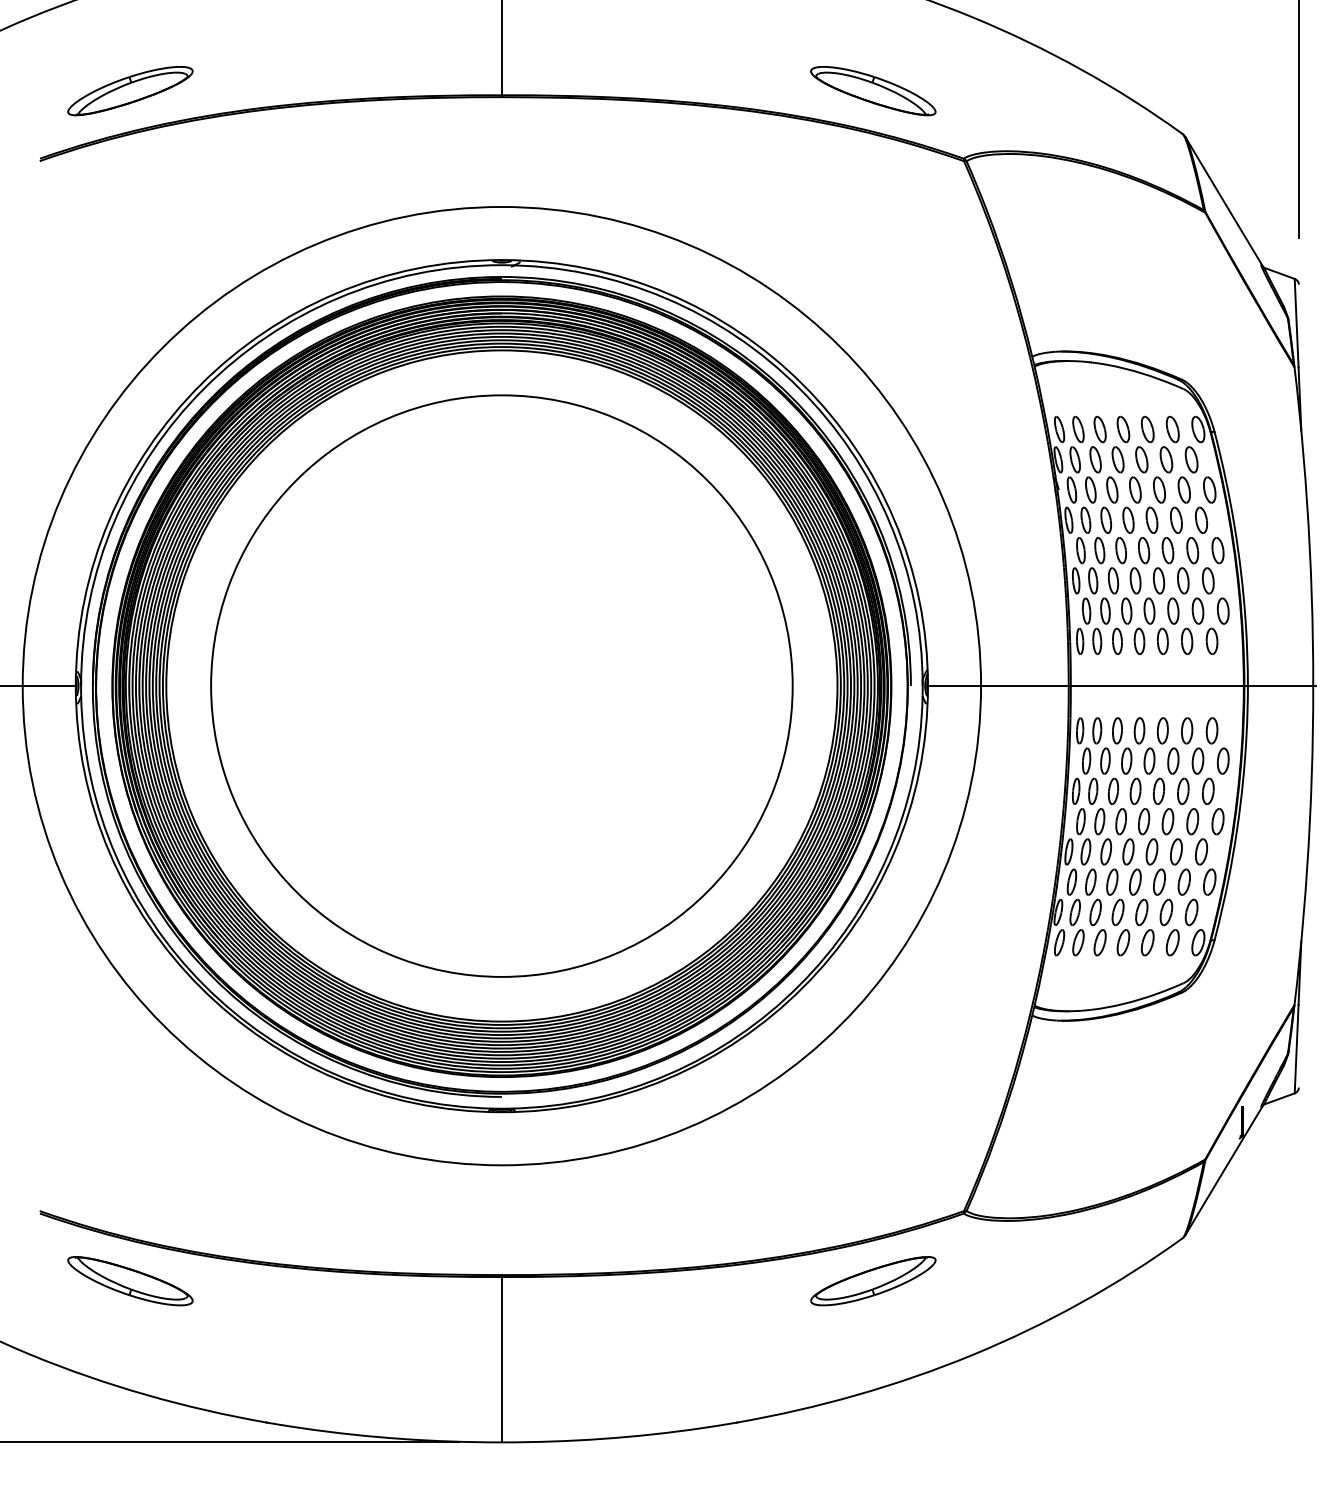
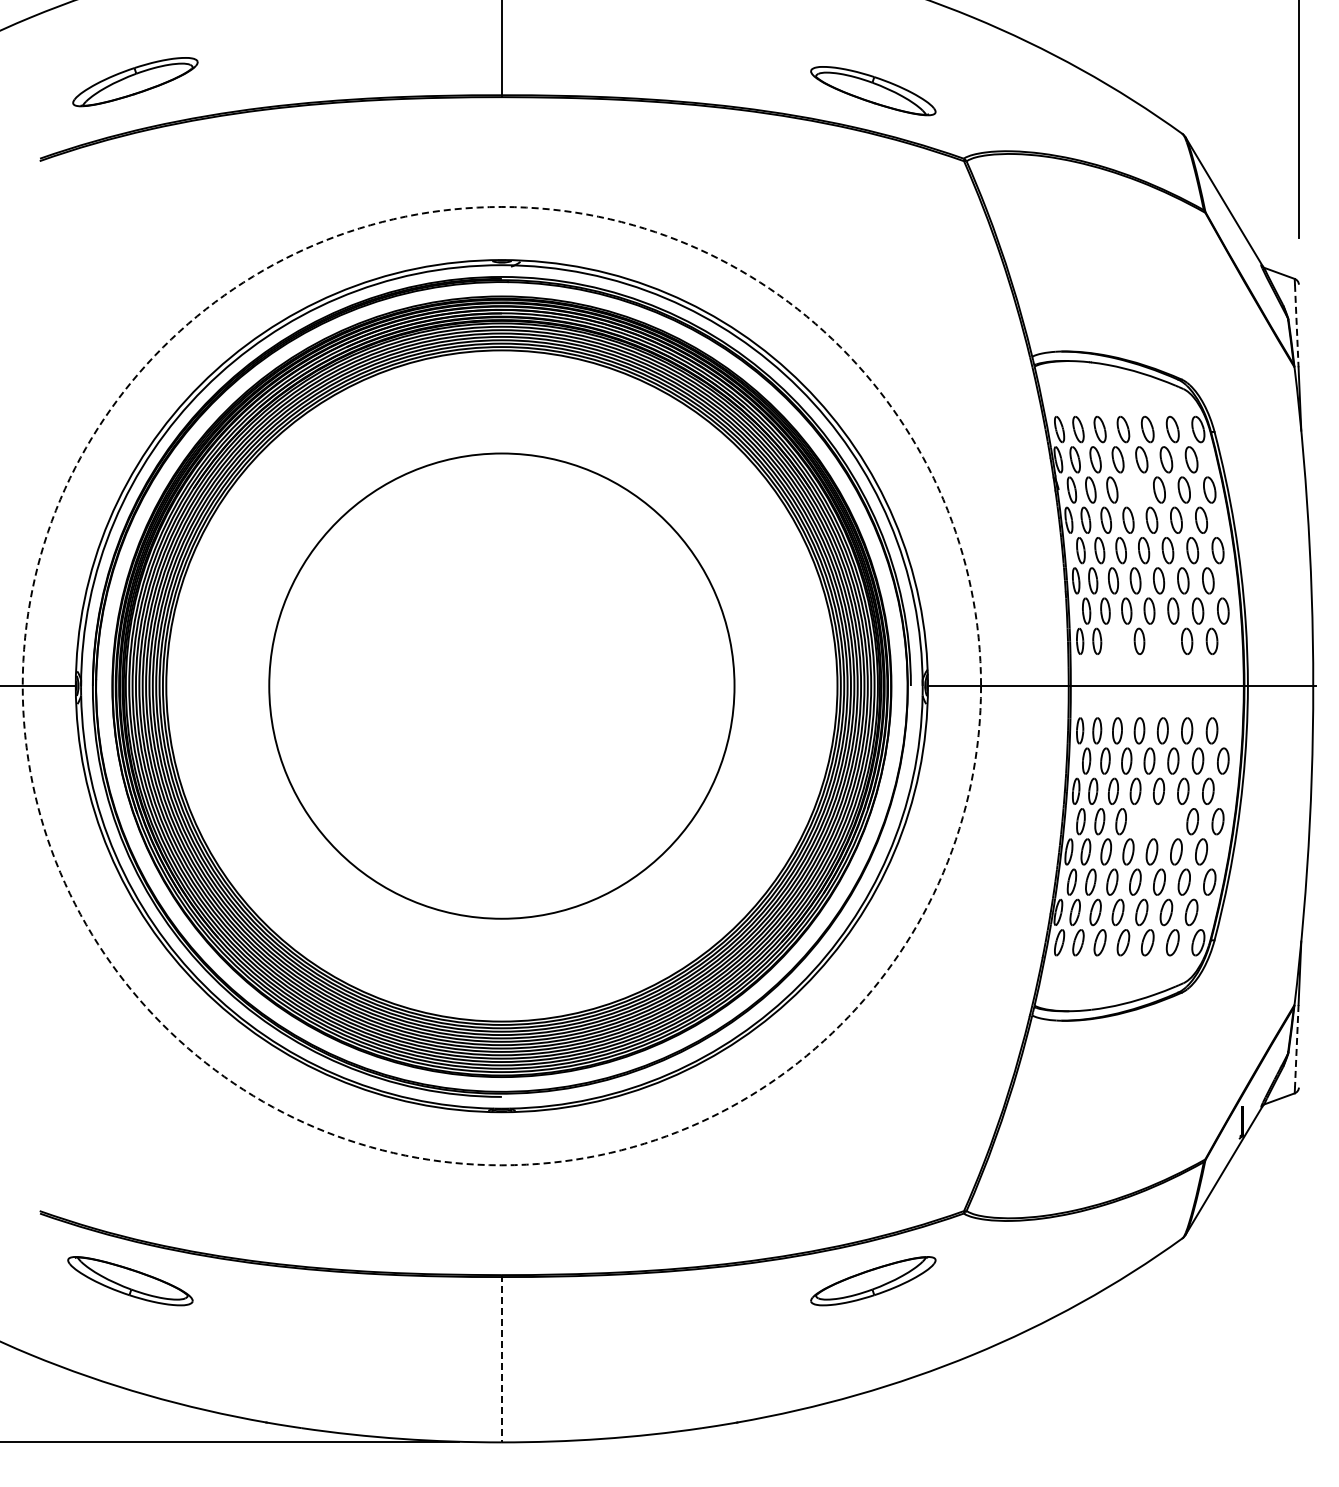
part at (130, 91) position: (130, 91) -> (135, 82)
line at (1296, 326): solid -> dashed
part at (1135, 489): present -> none
part at (1117, 640): present -> none
part at (1162, 640): present -> none
circle at (501, 685) diameter: 582 px -> 465 px
circle at (501, 685): solid -> dashed
part at (1144, 821): present -> none
part at (1167, 821): present -> none
line at (1296, 1046): solid -> dashed
line at (501, 1358): solid -> dashed
